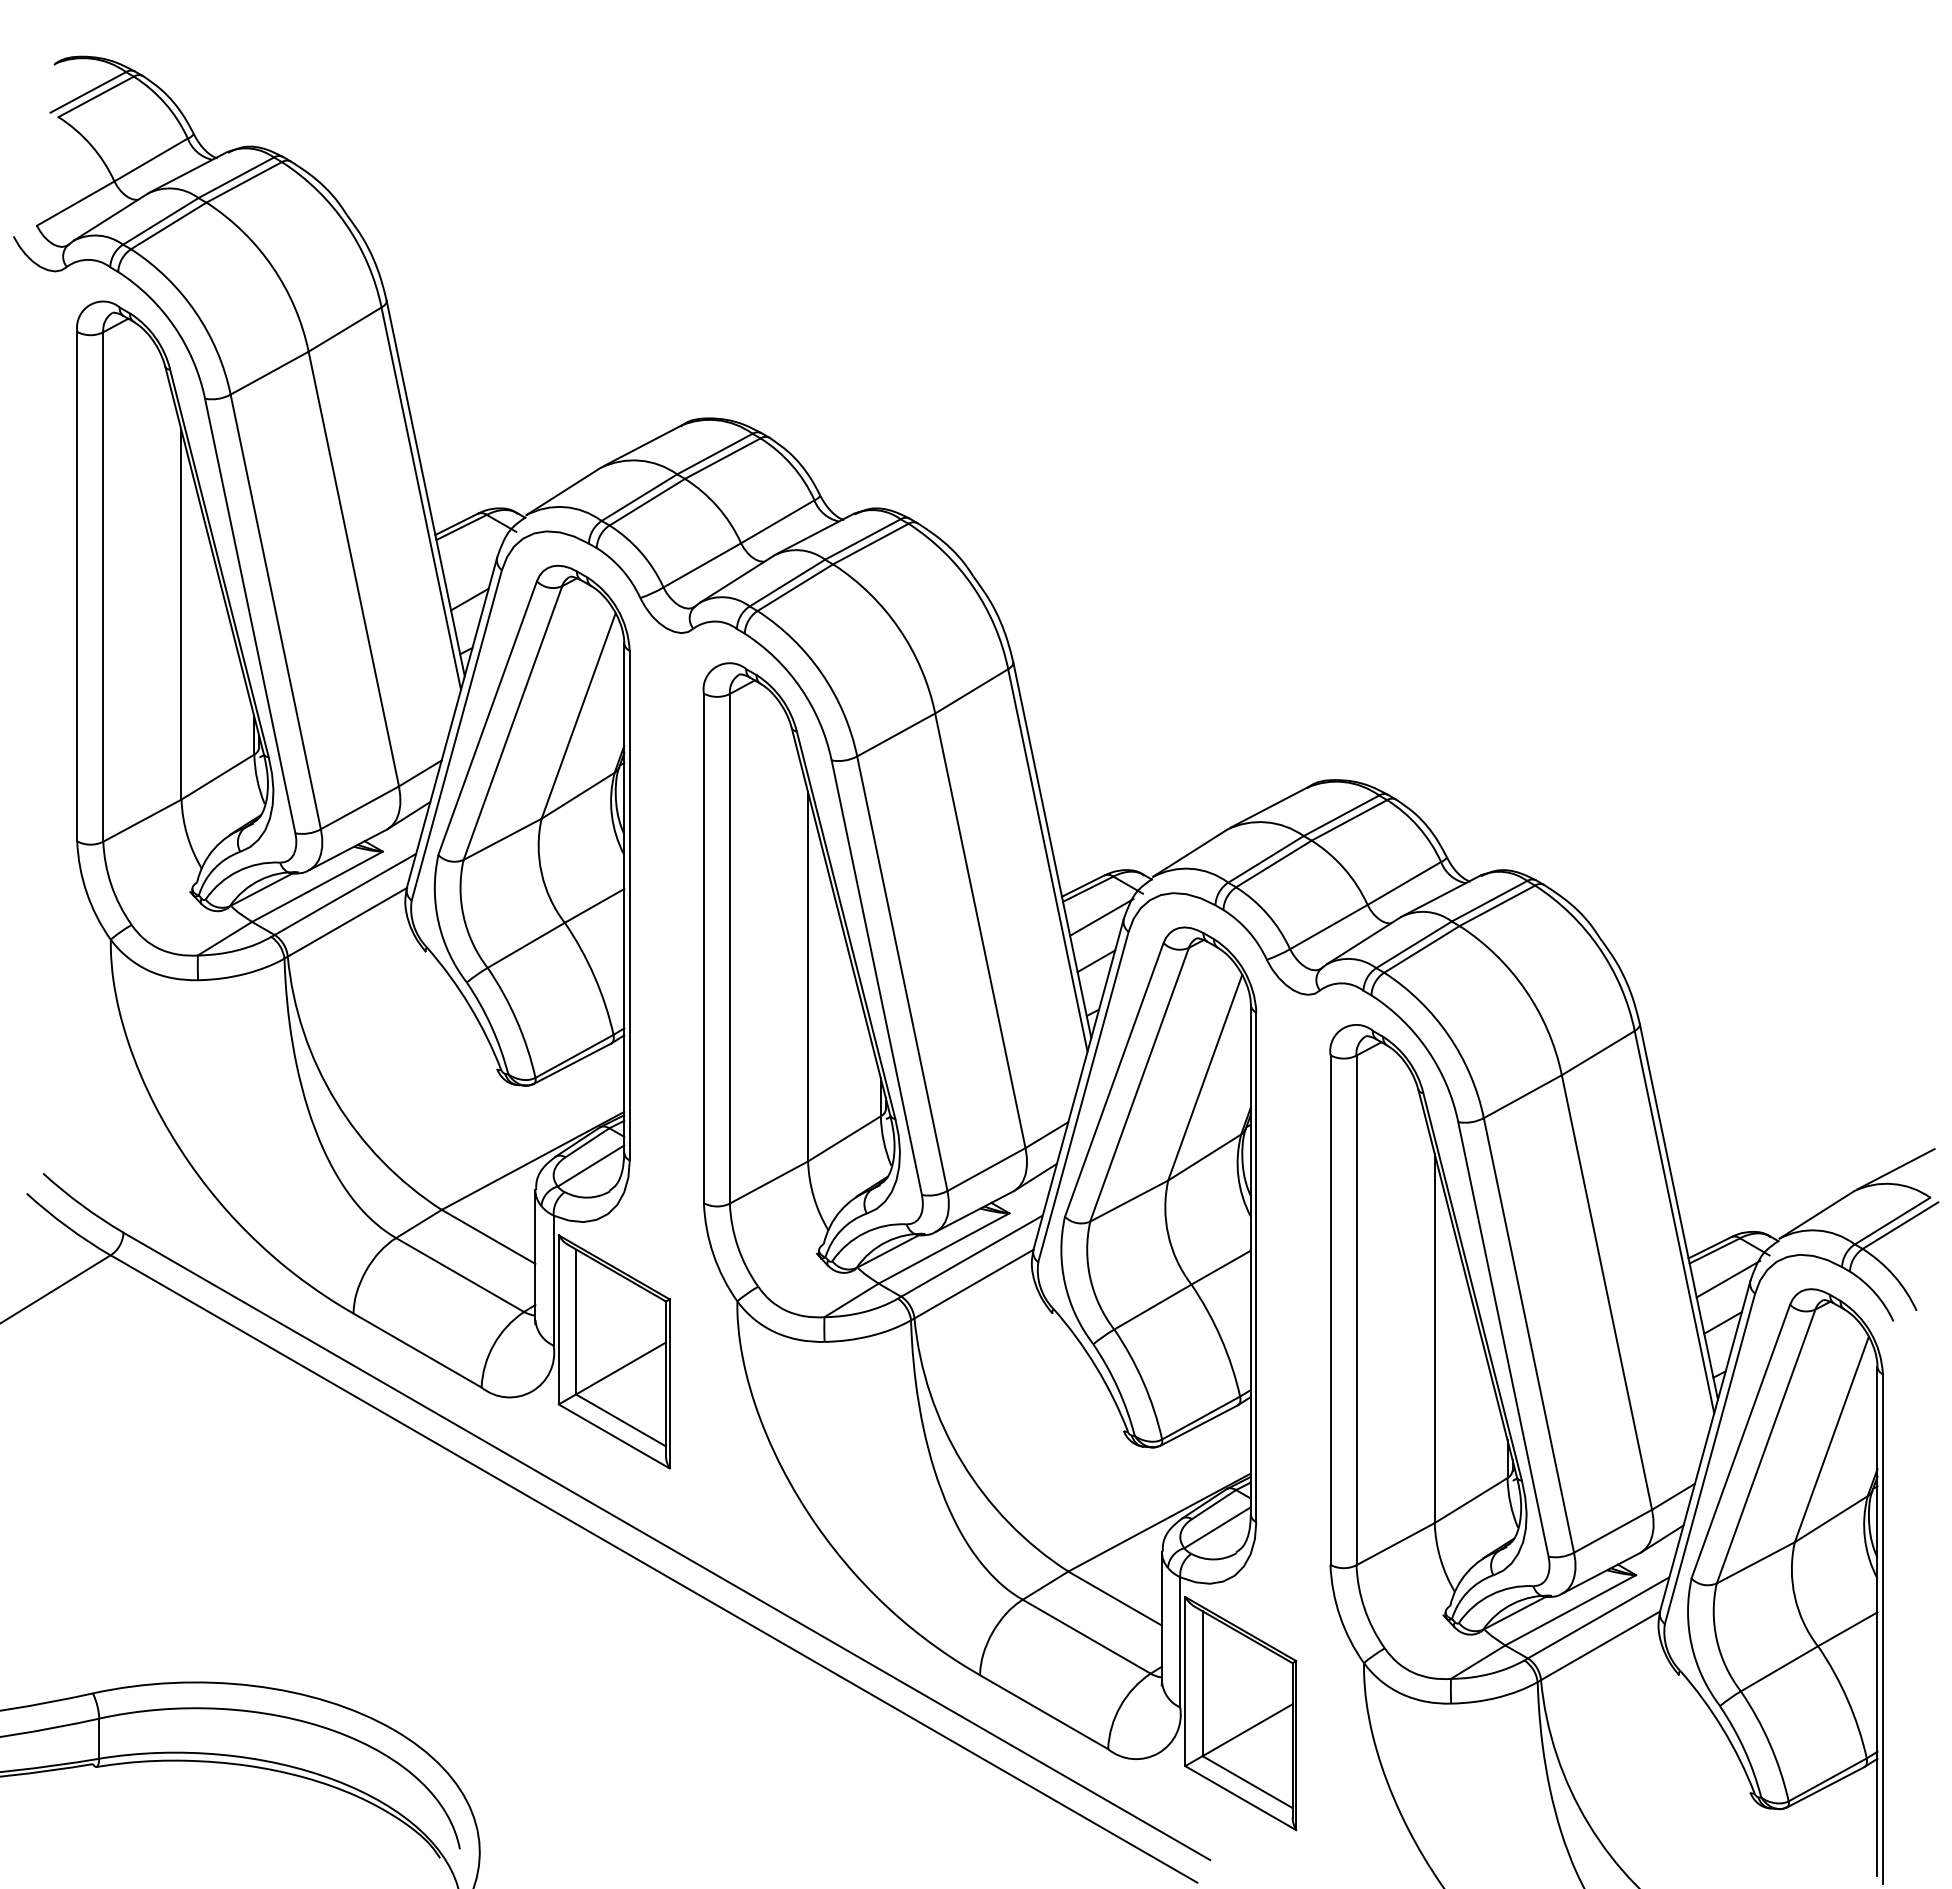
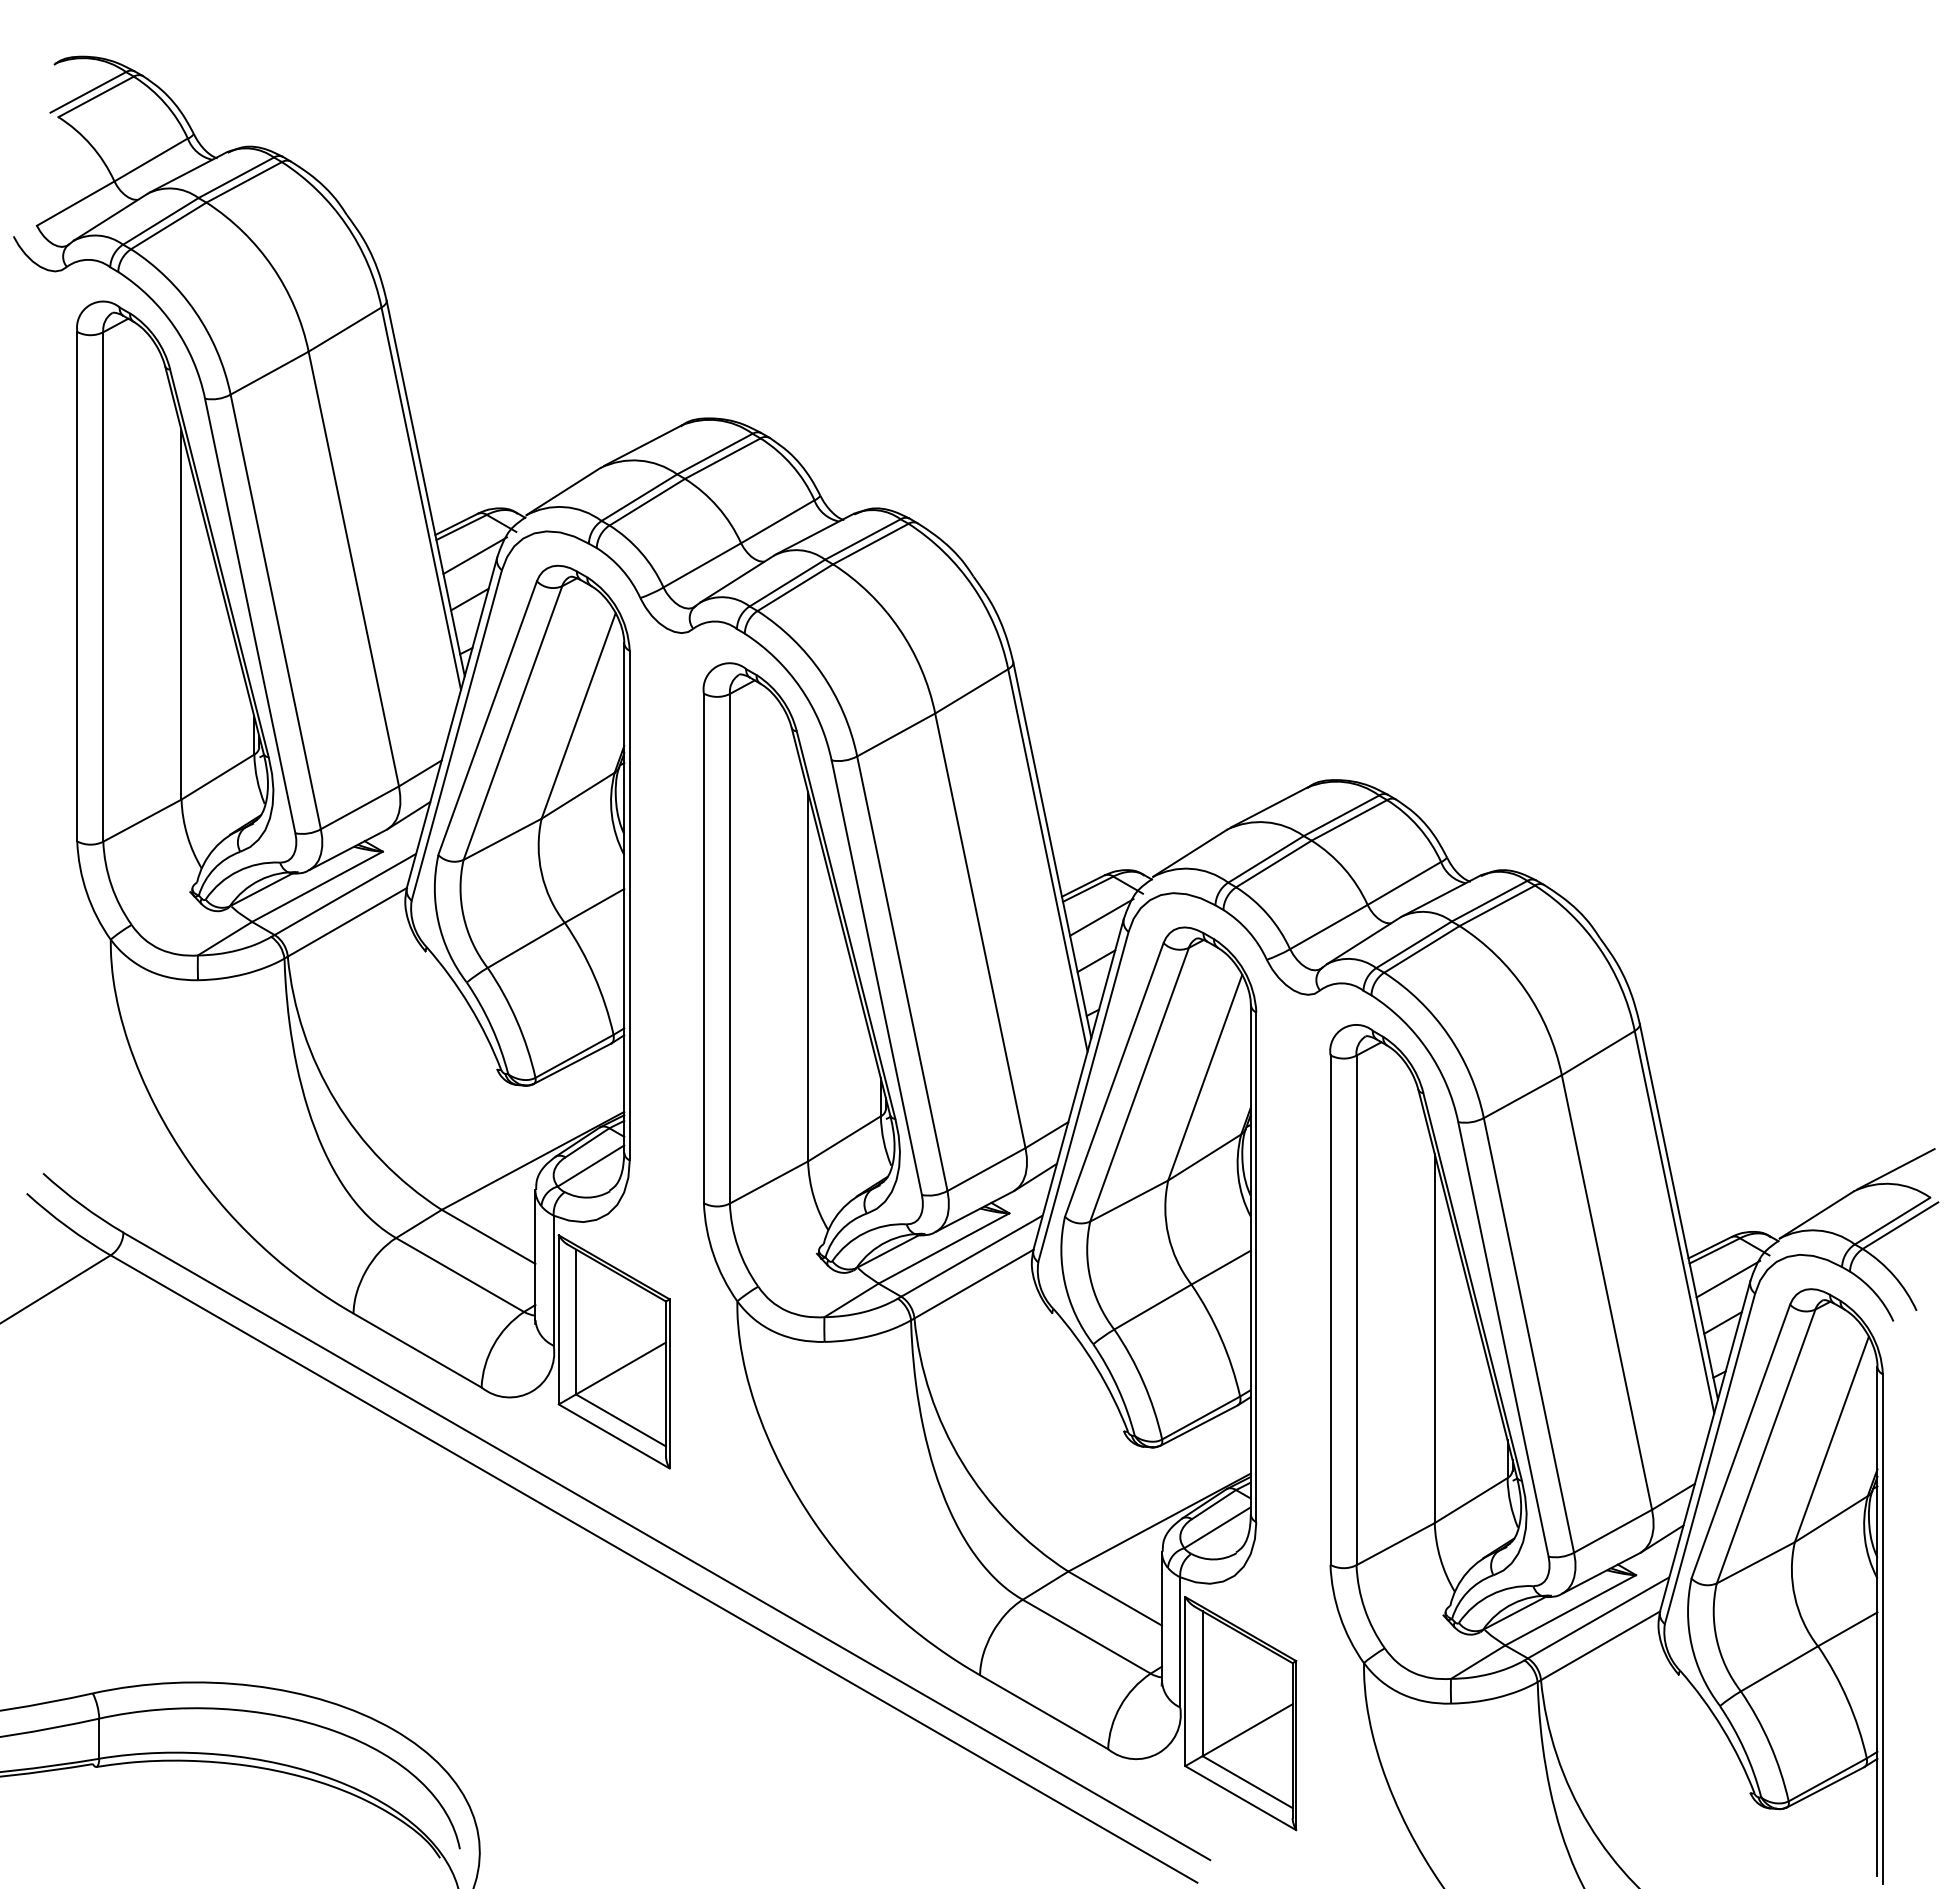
line at (474, 555): none -> present
